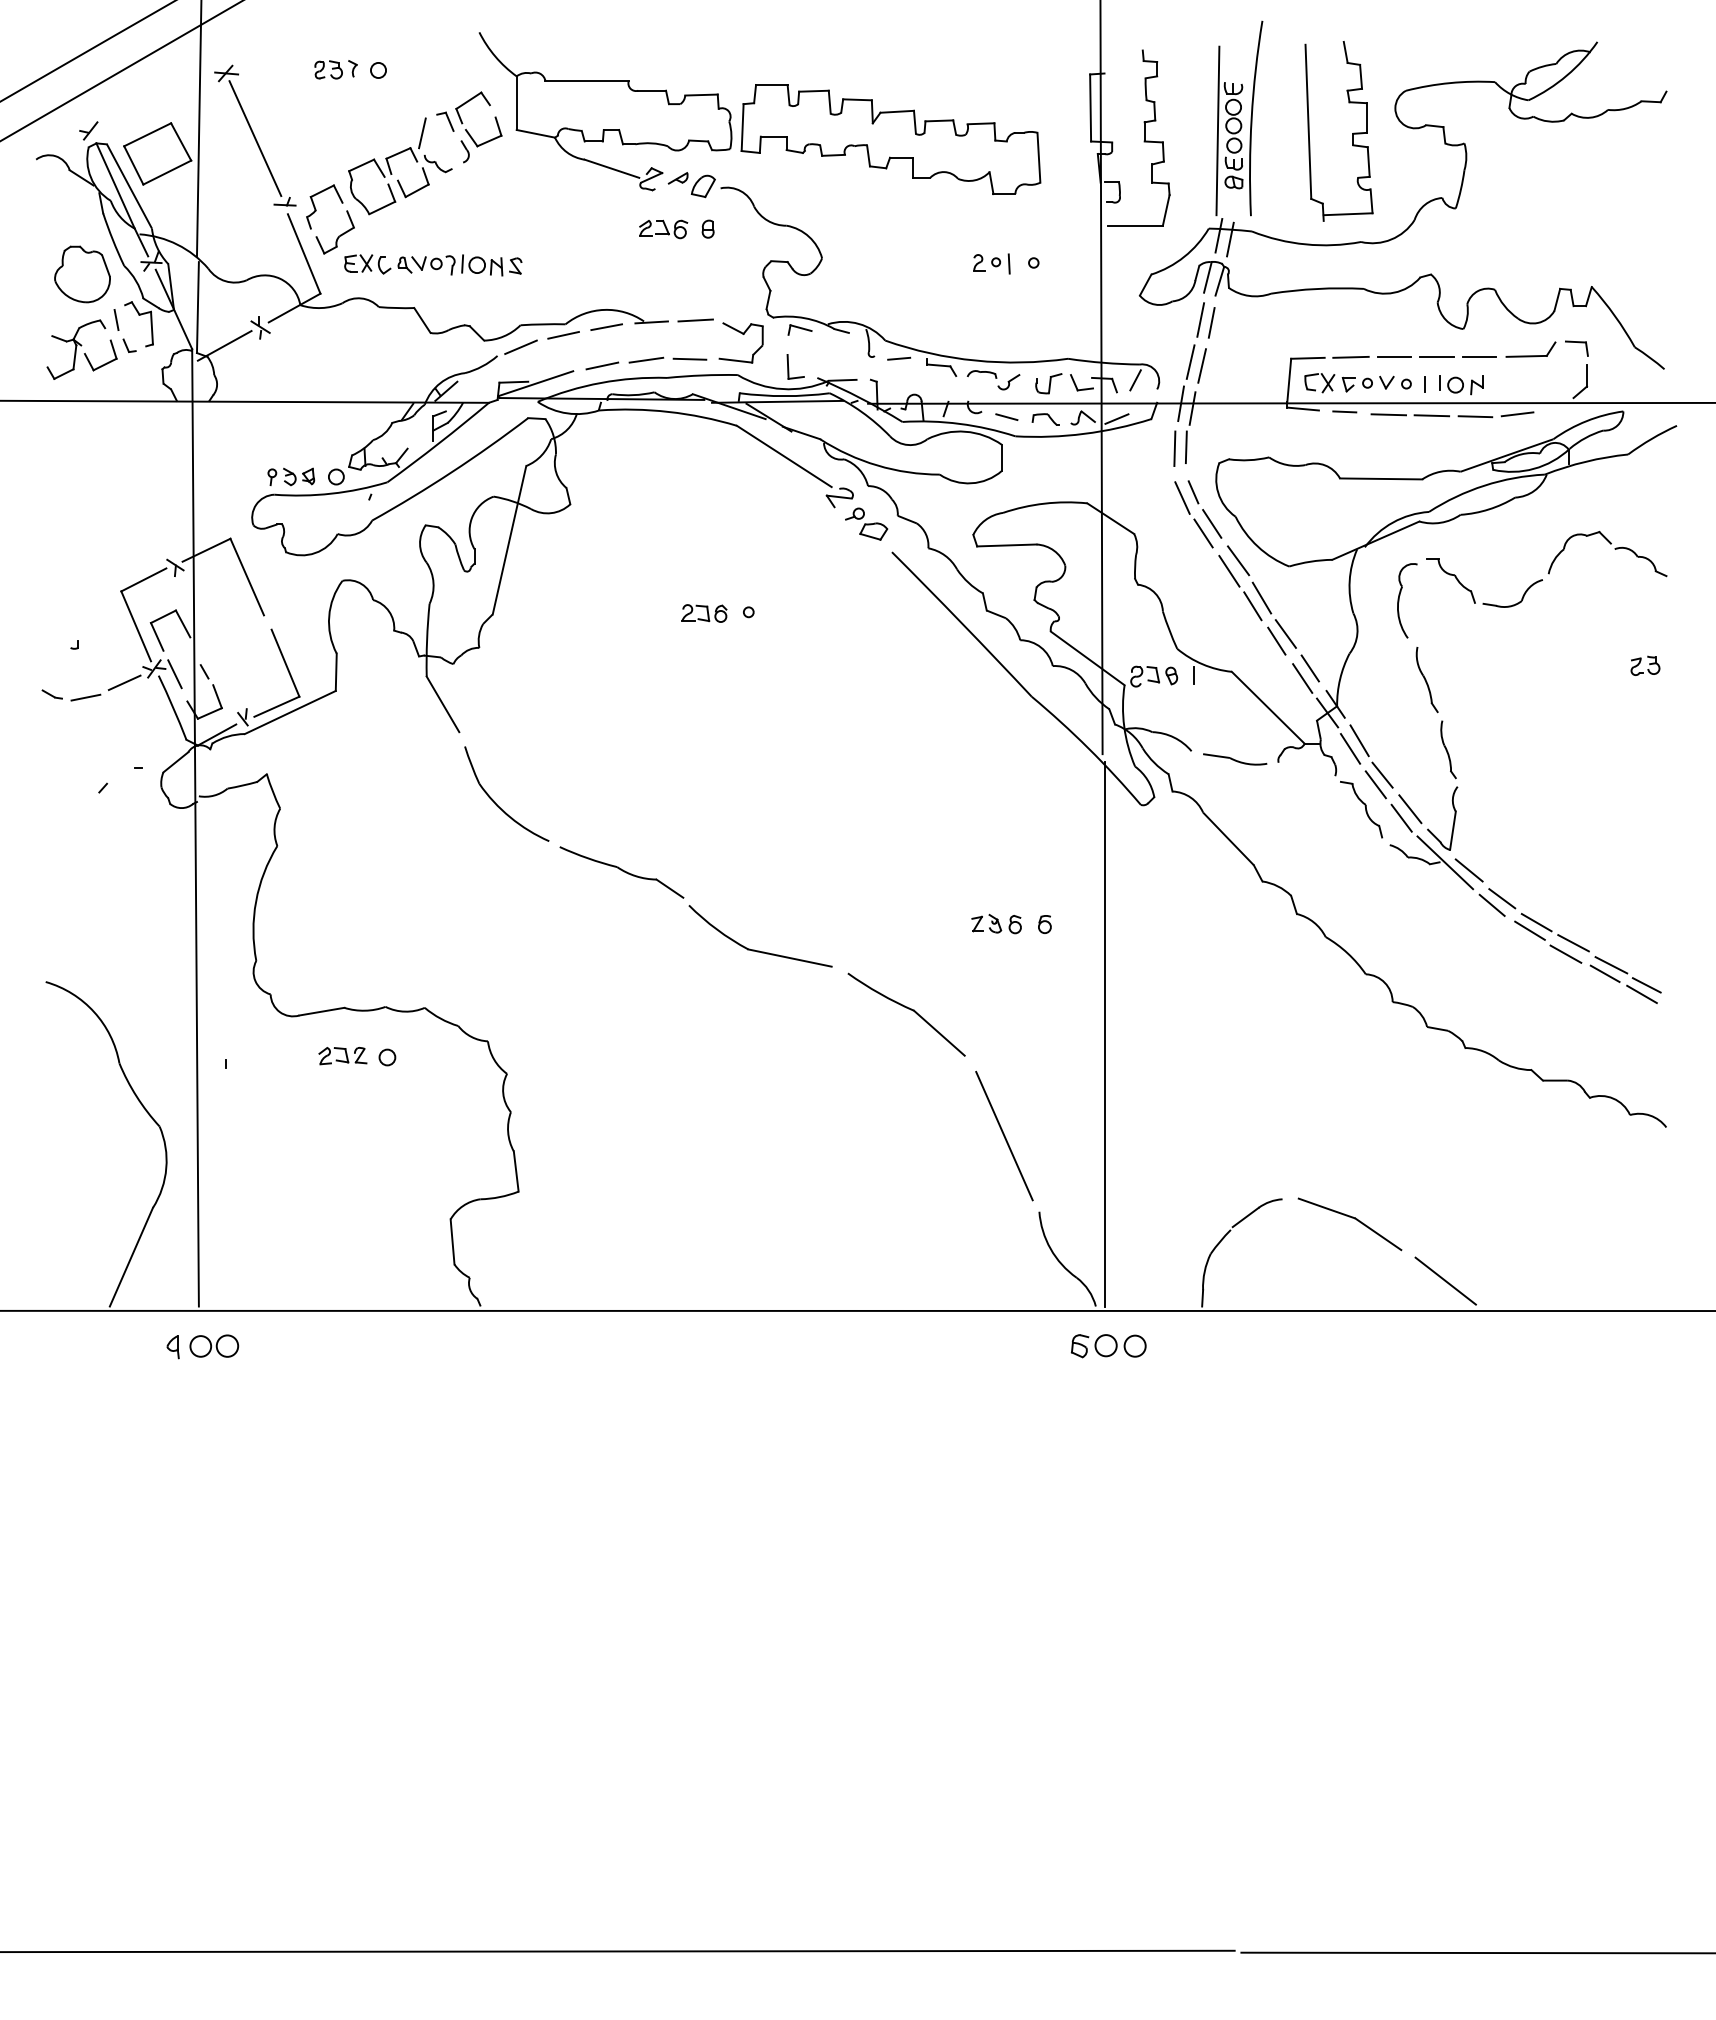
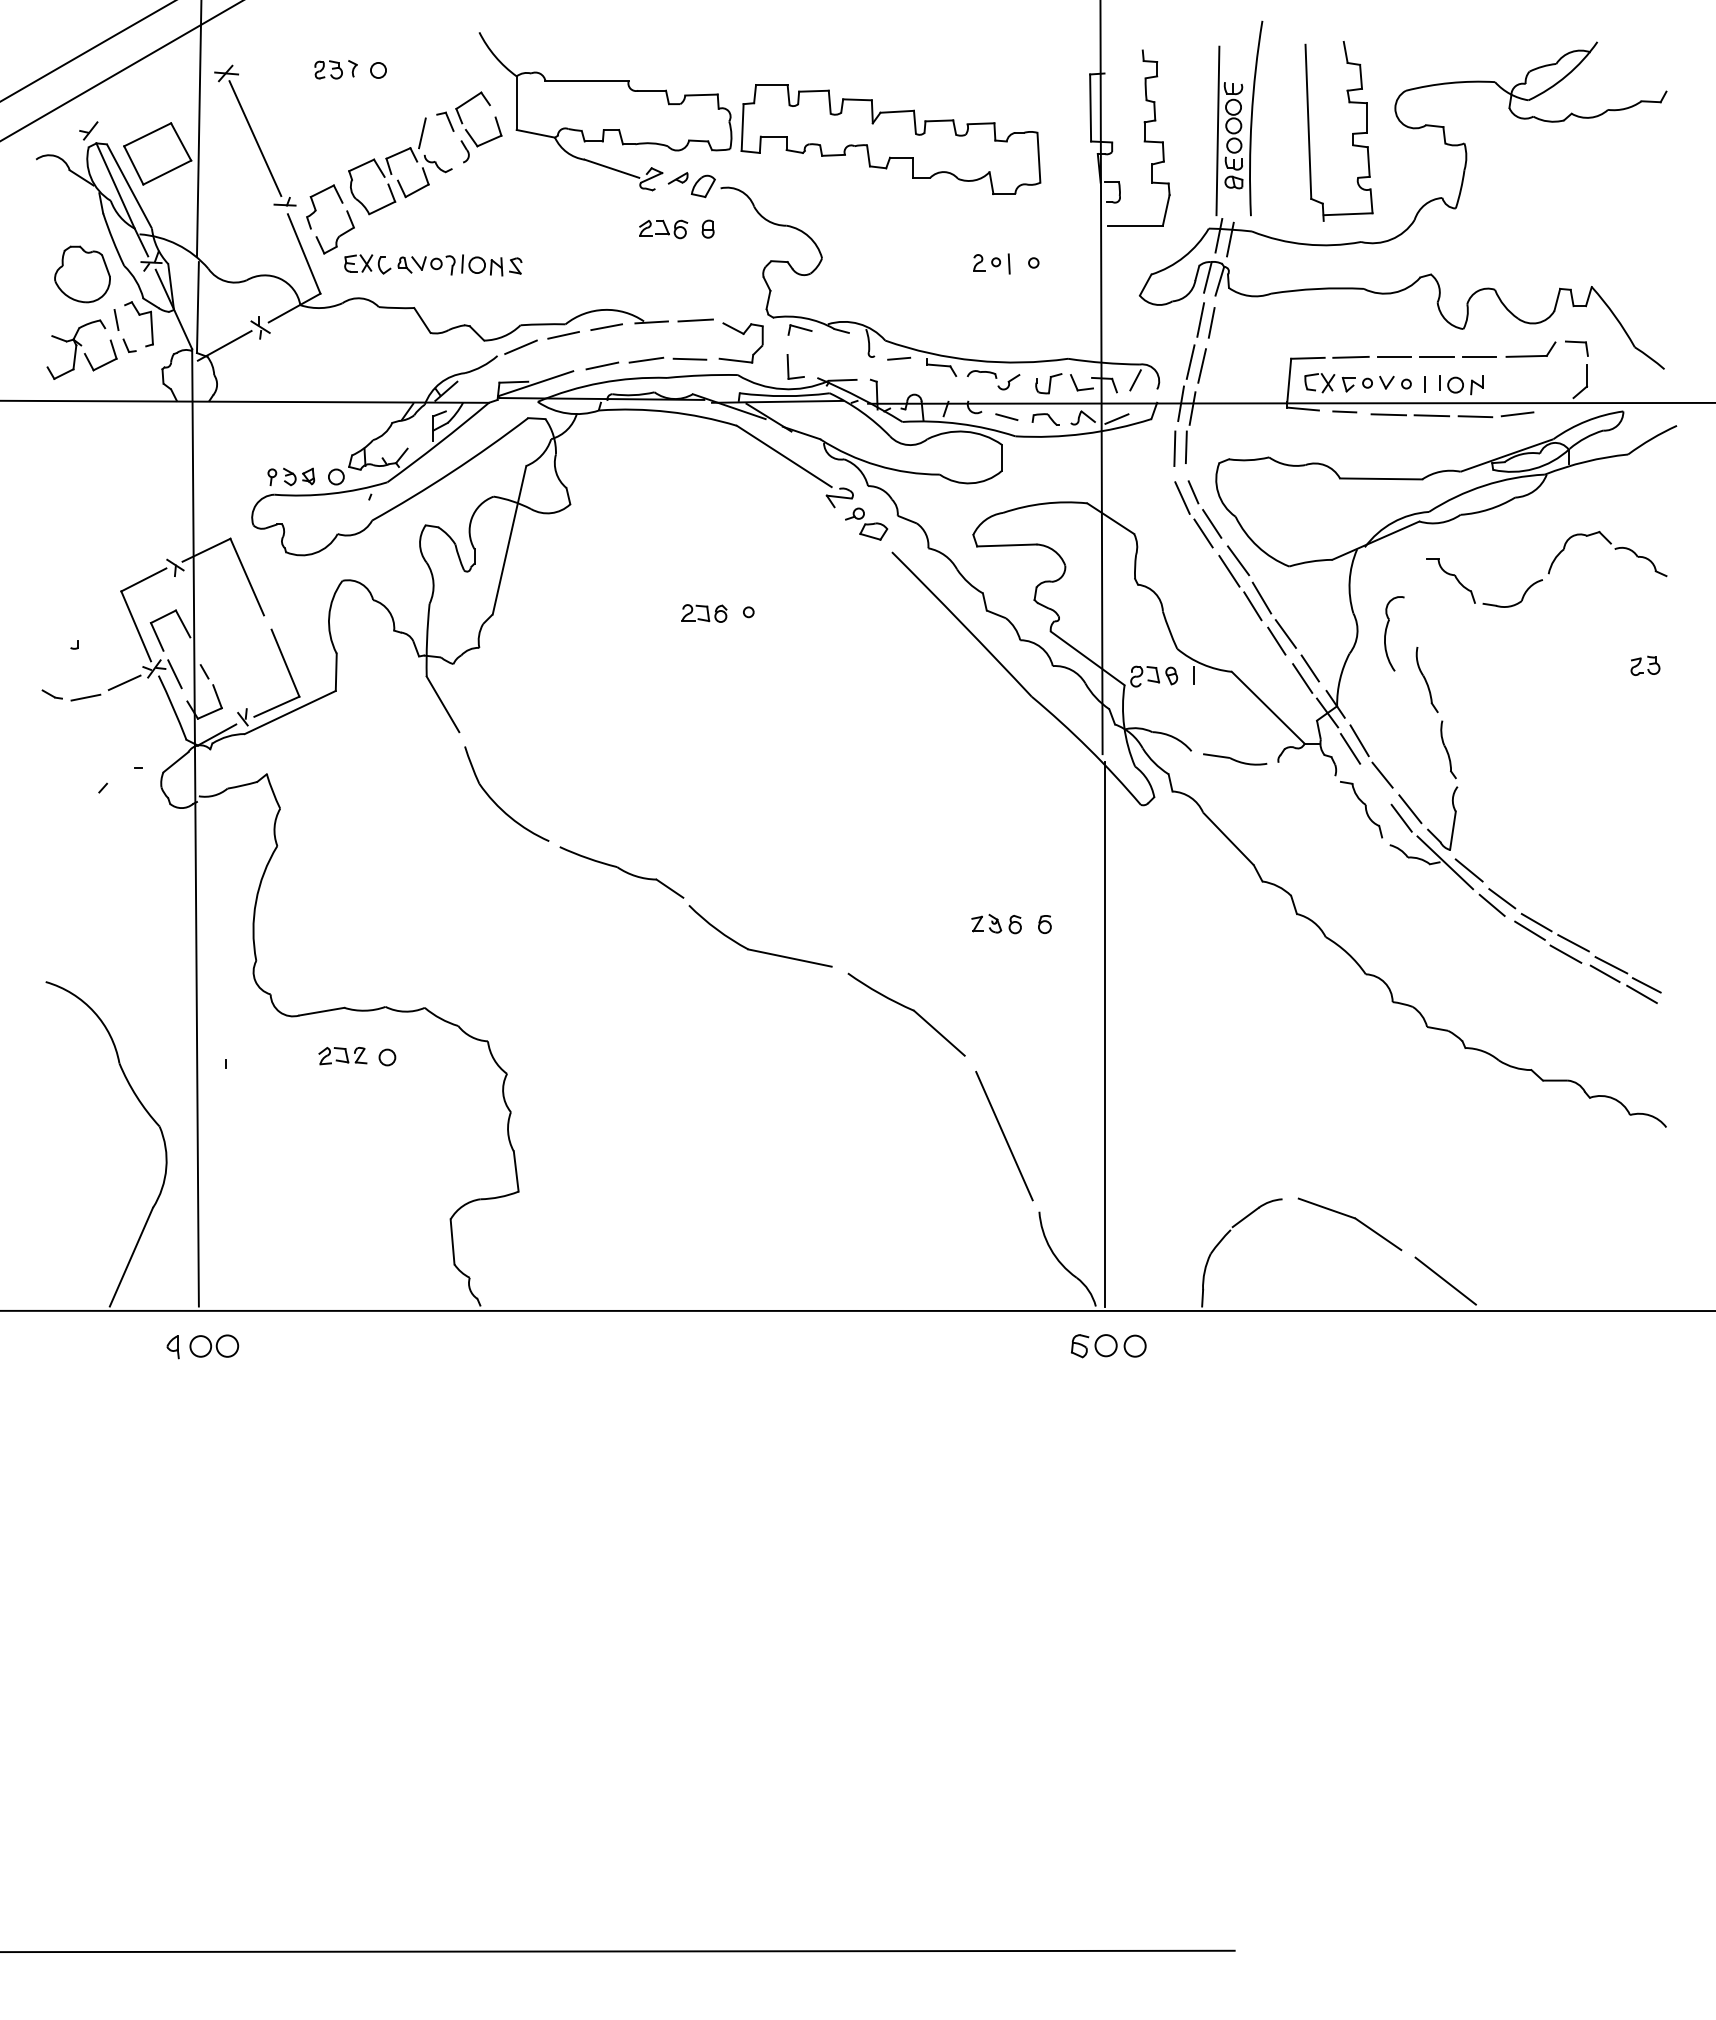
part at (1399, 600) position: (1399, 600) -> (1386, 633)
line at (1375, 784): present -> none
line at (1476, 1952): present -> none
